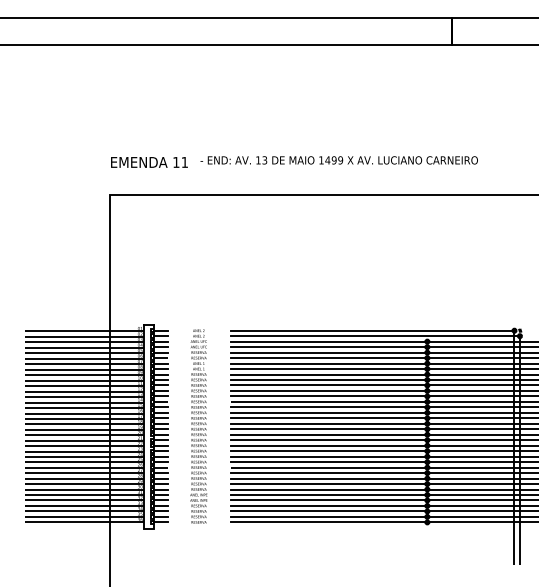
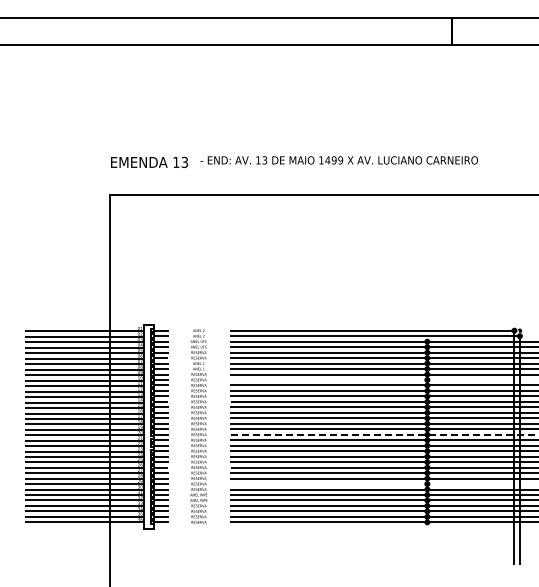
text at (184, 162): 11 -> 13
line at (382, 380): present -> none
line at (384, 434): solid -> dashed
line at (382, 484): present -> none
